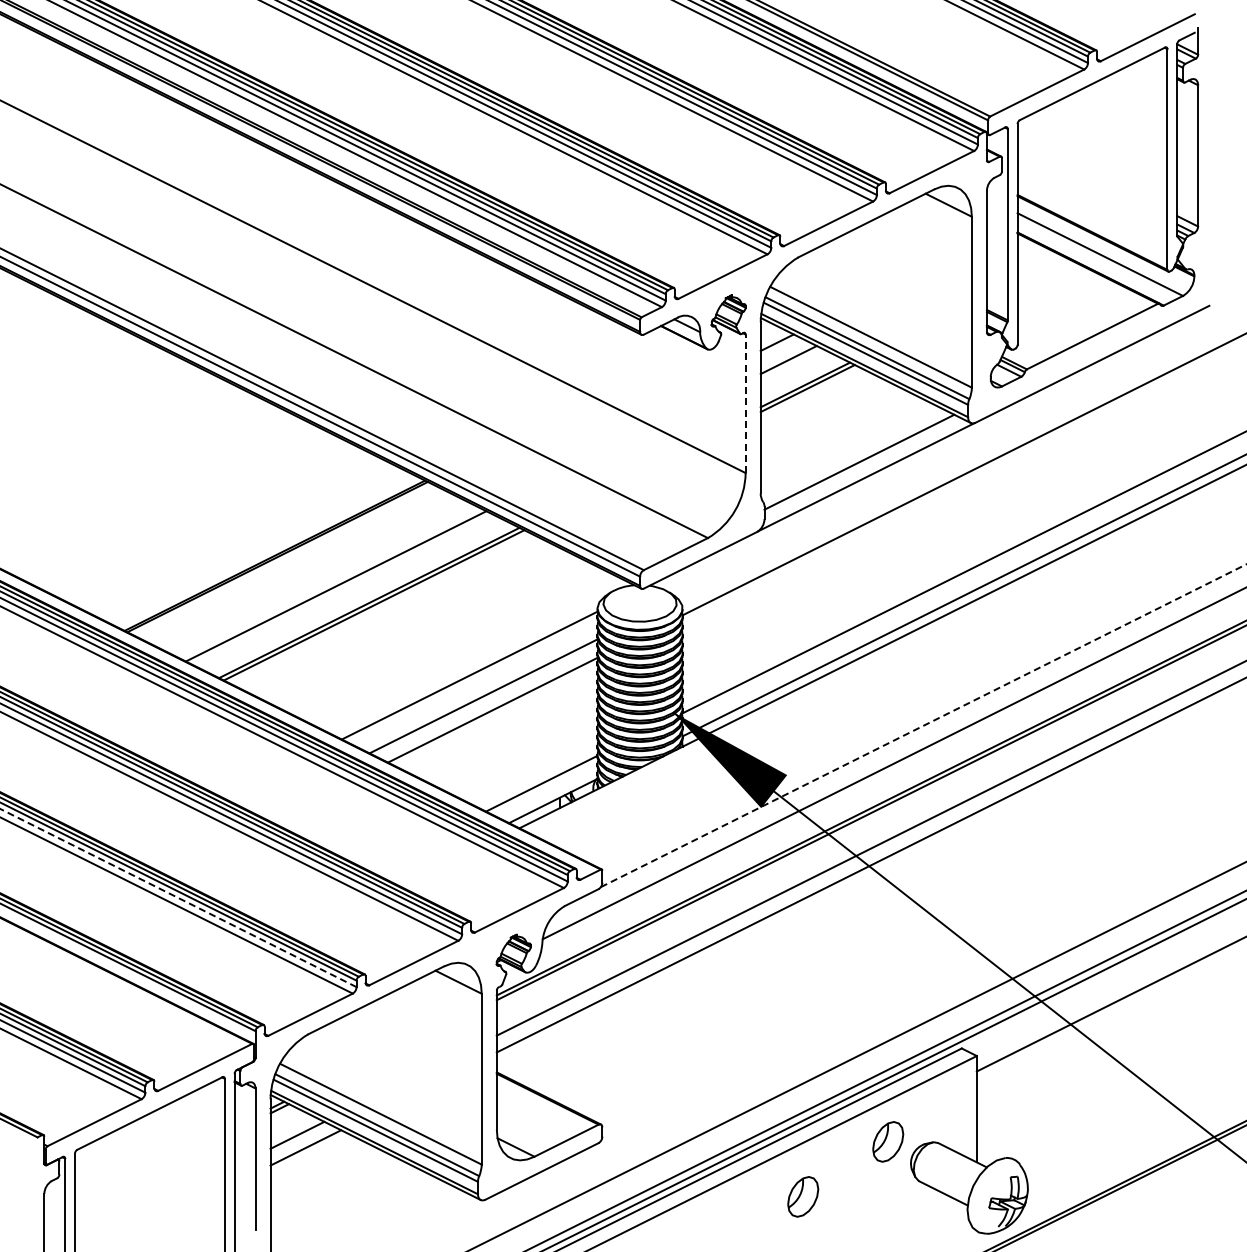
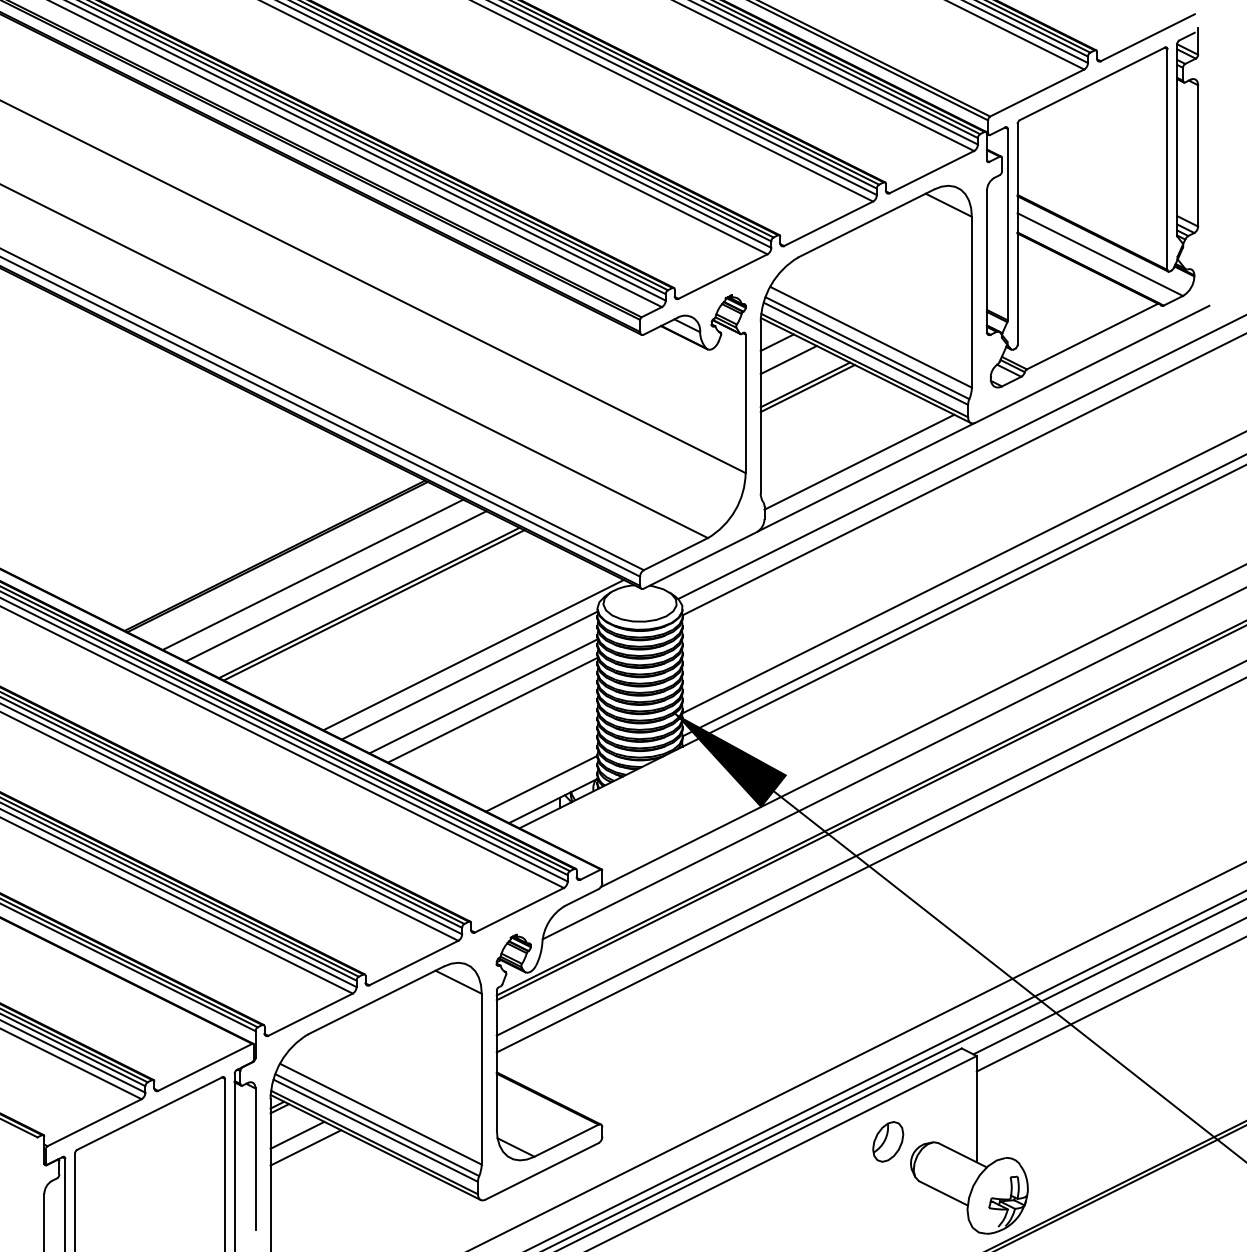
line at (745, 403): dashed -> solid
line at (960, 457): none -> present
line at (312, 574): none -> present
line at (473, 655): none -> present
line at (923, 725): dashed -> solid
line at (178, 898): dashed -> solid
line at (1108, 986): none -> present
part at (803, 1196): present -> none
